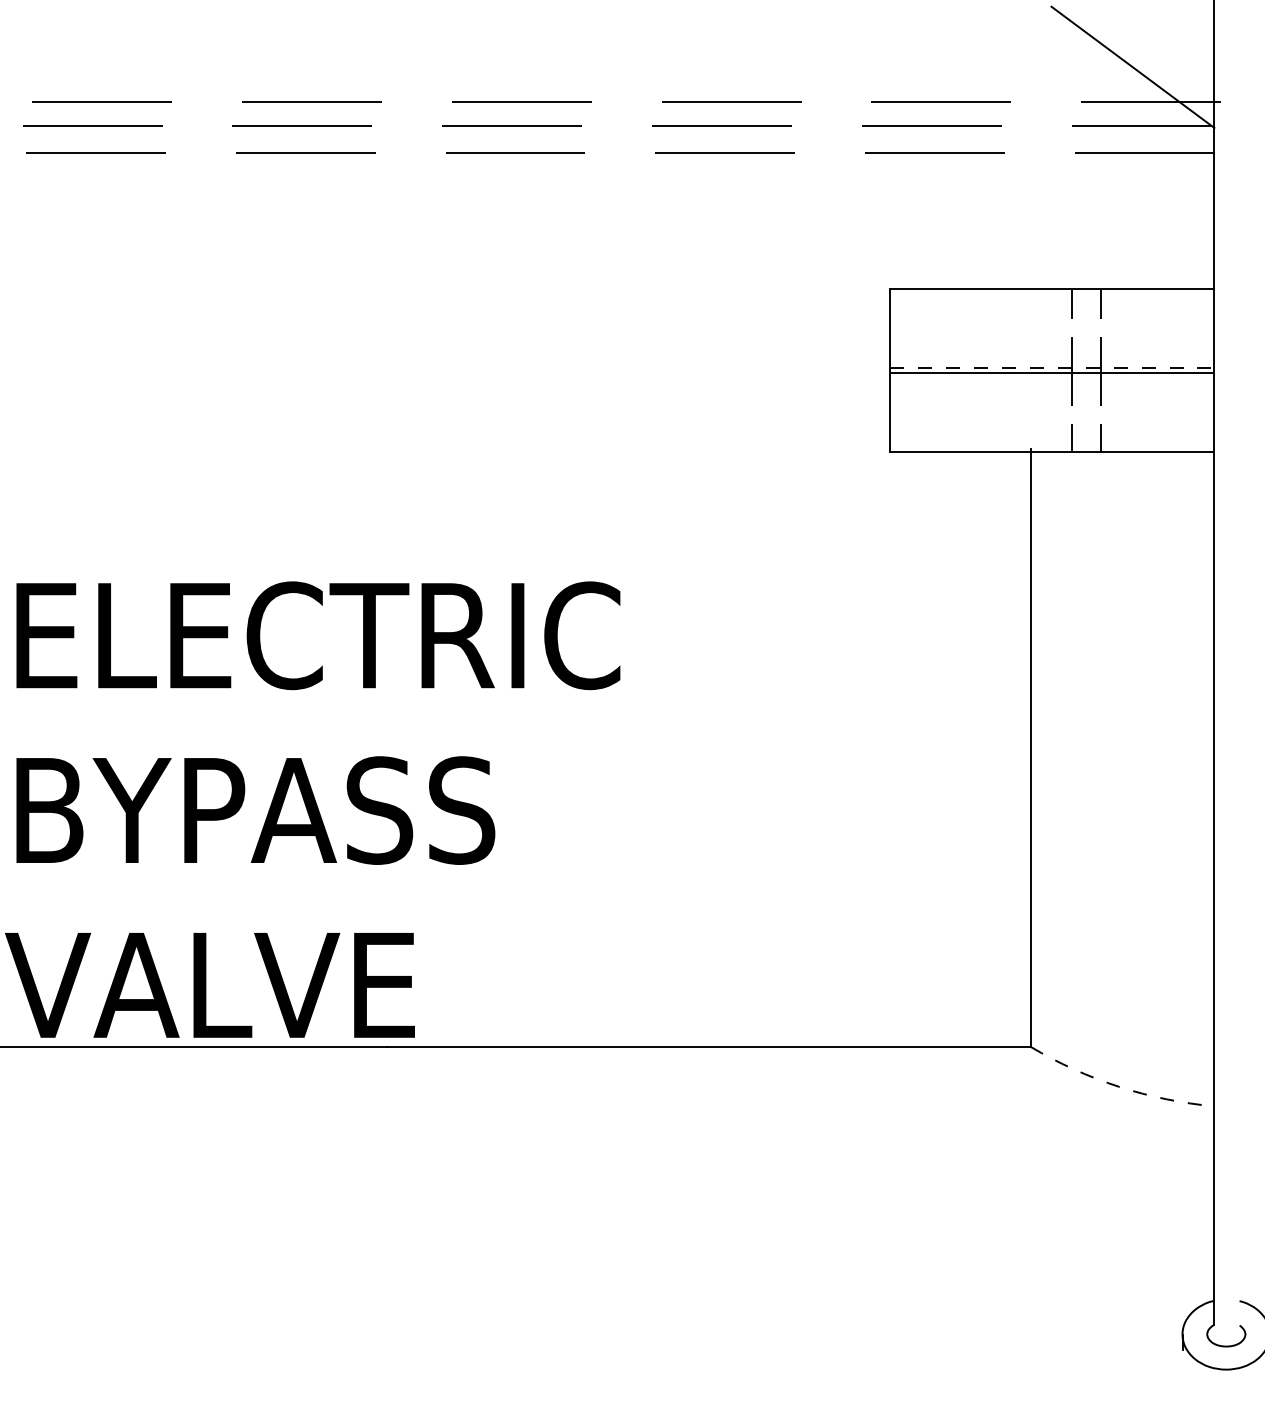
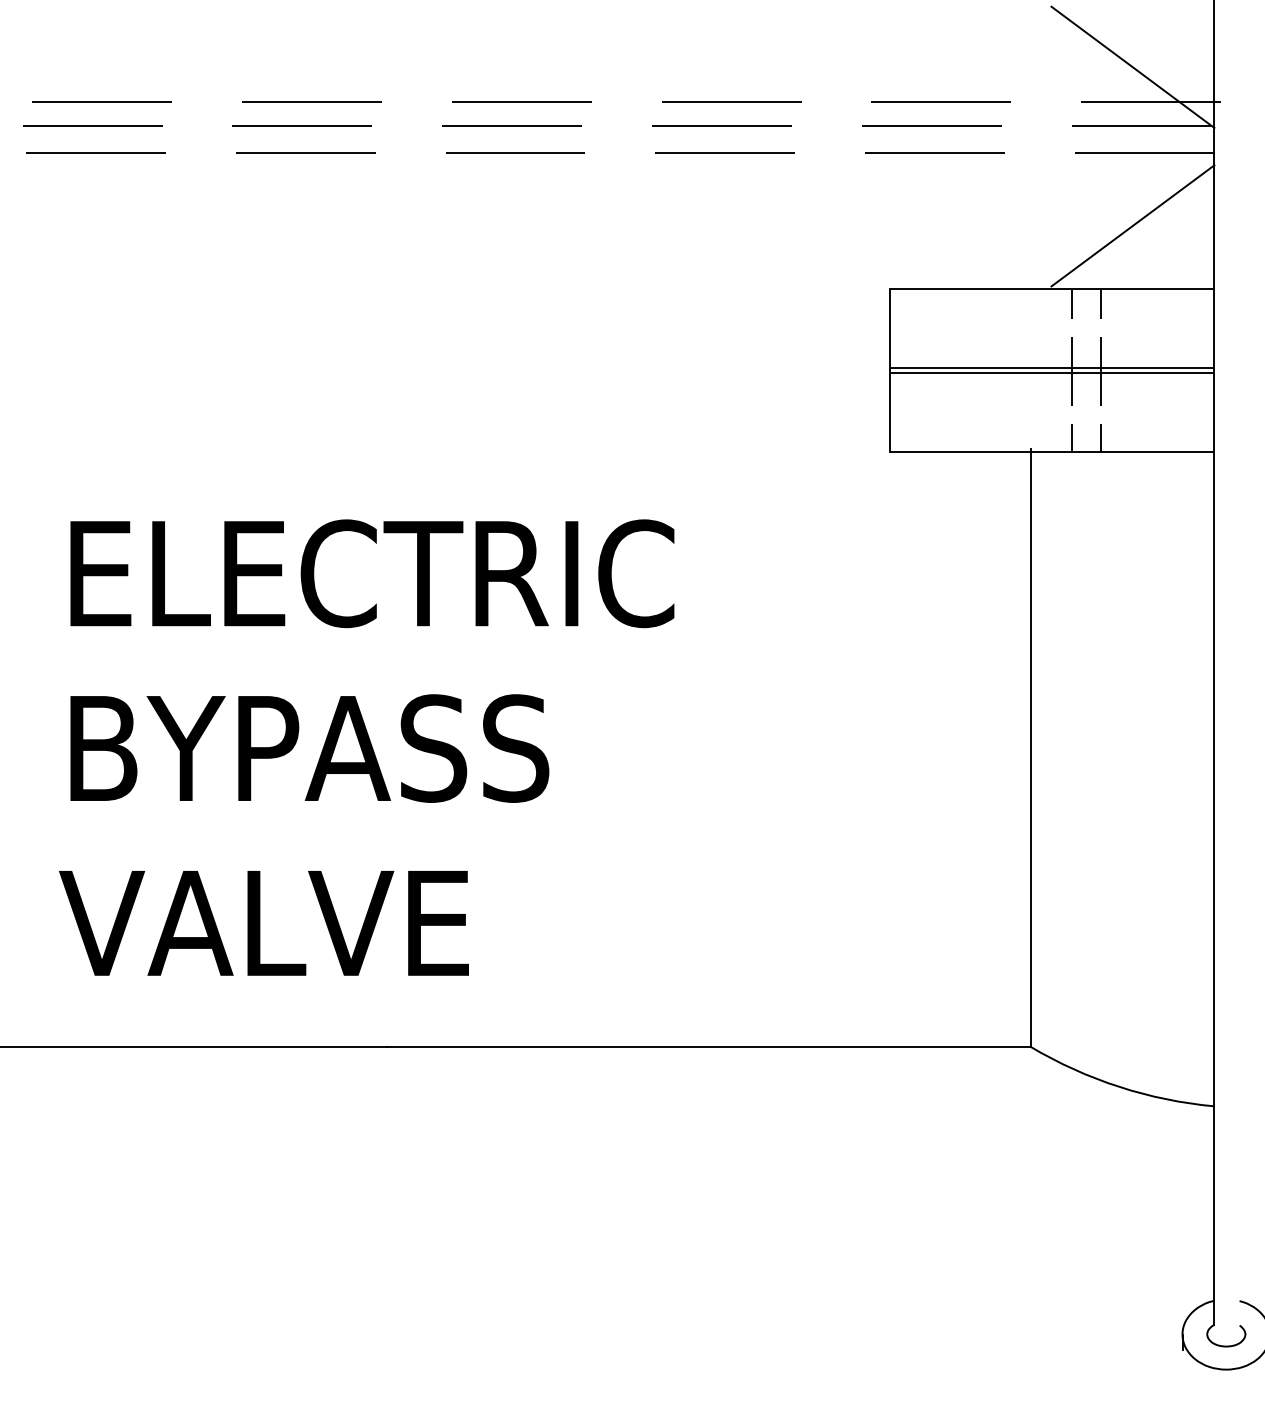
line at (1132, 225): none -> present
line at (1052, 367): dashed -> solid
text at (312, 809) position: (312, 809) -> (366, 747)
arc at (1119, 1086): dashed -> solid
